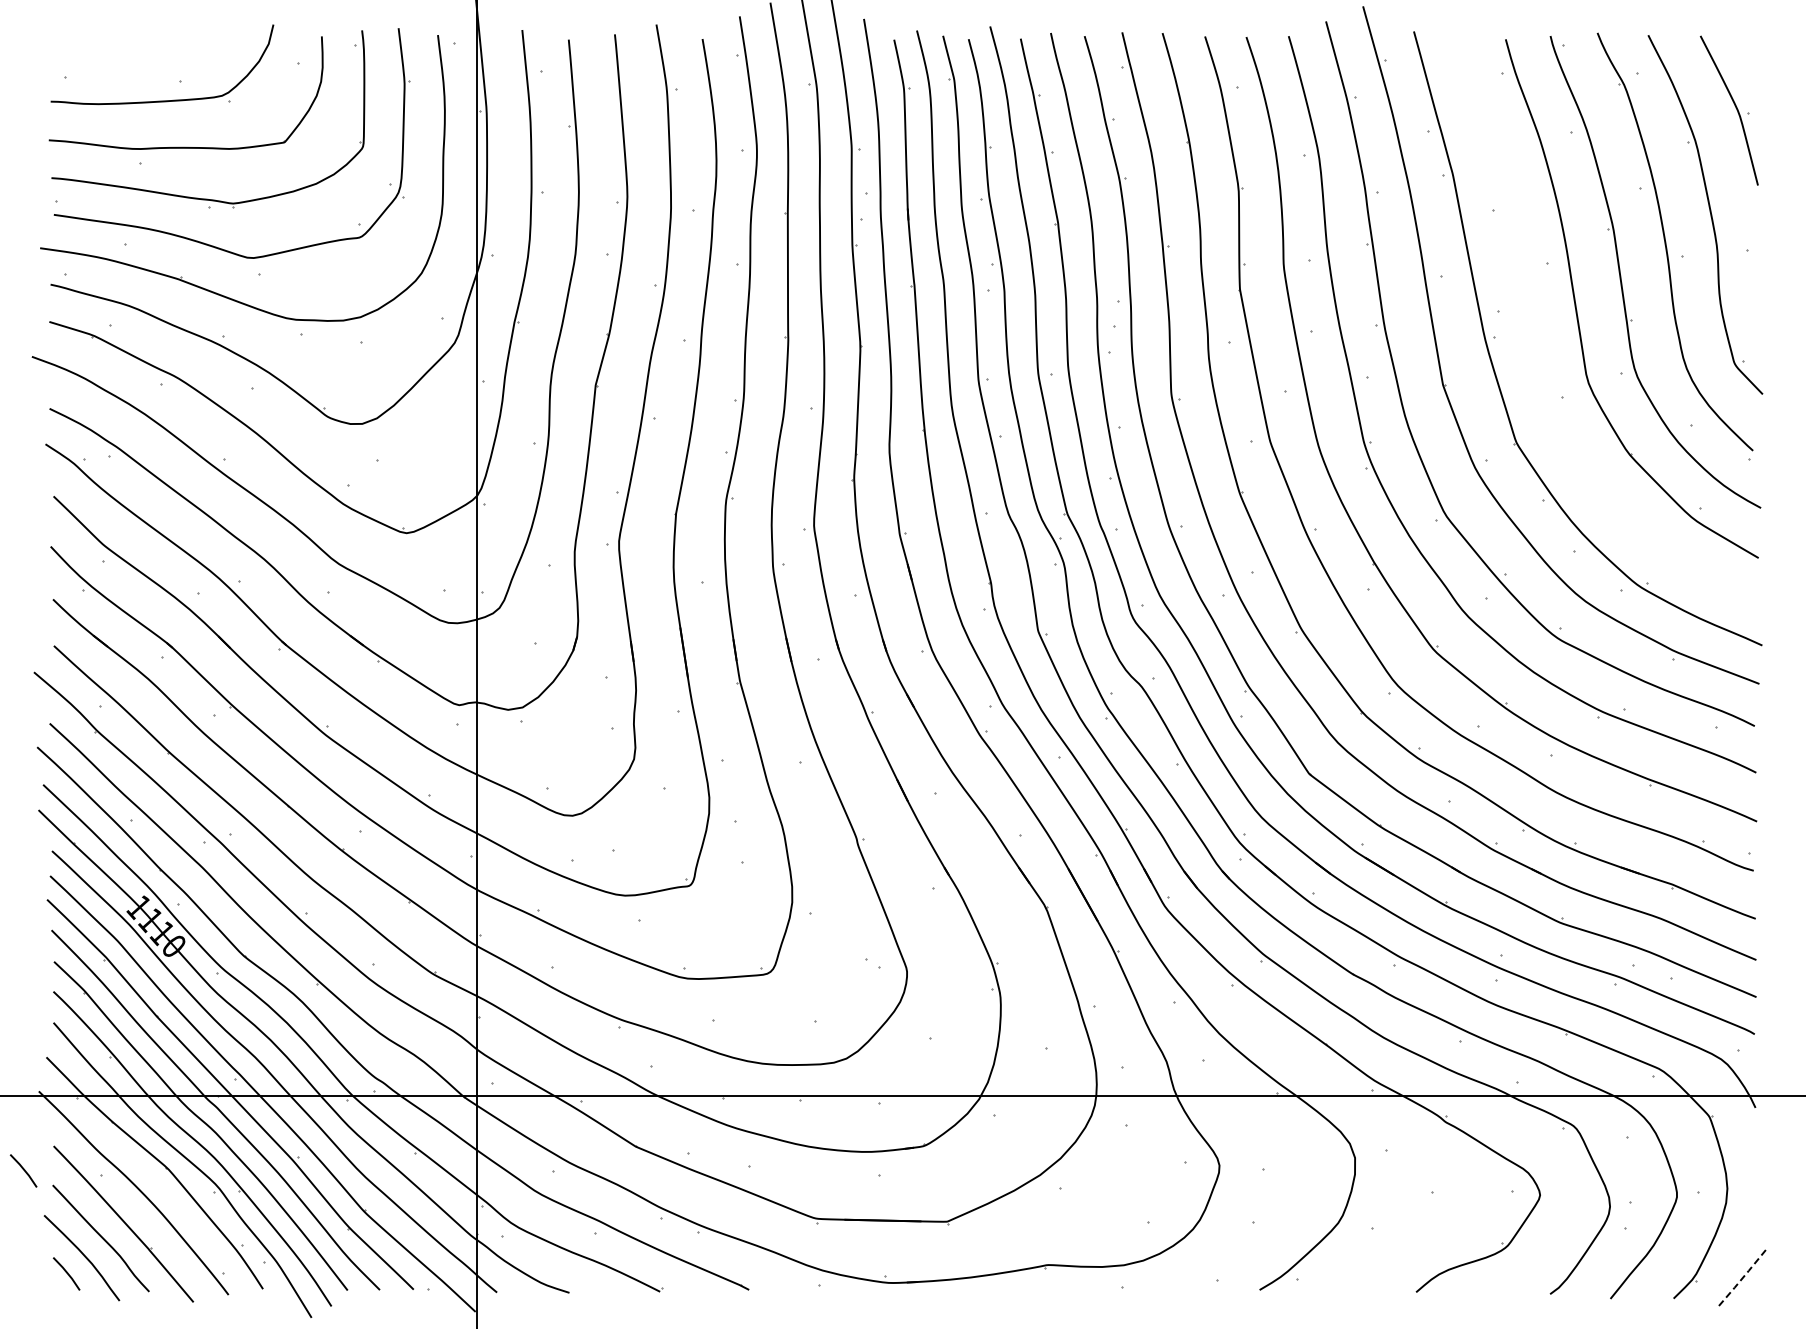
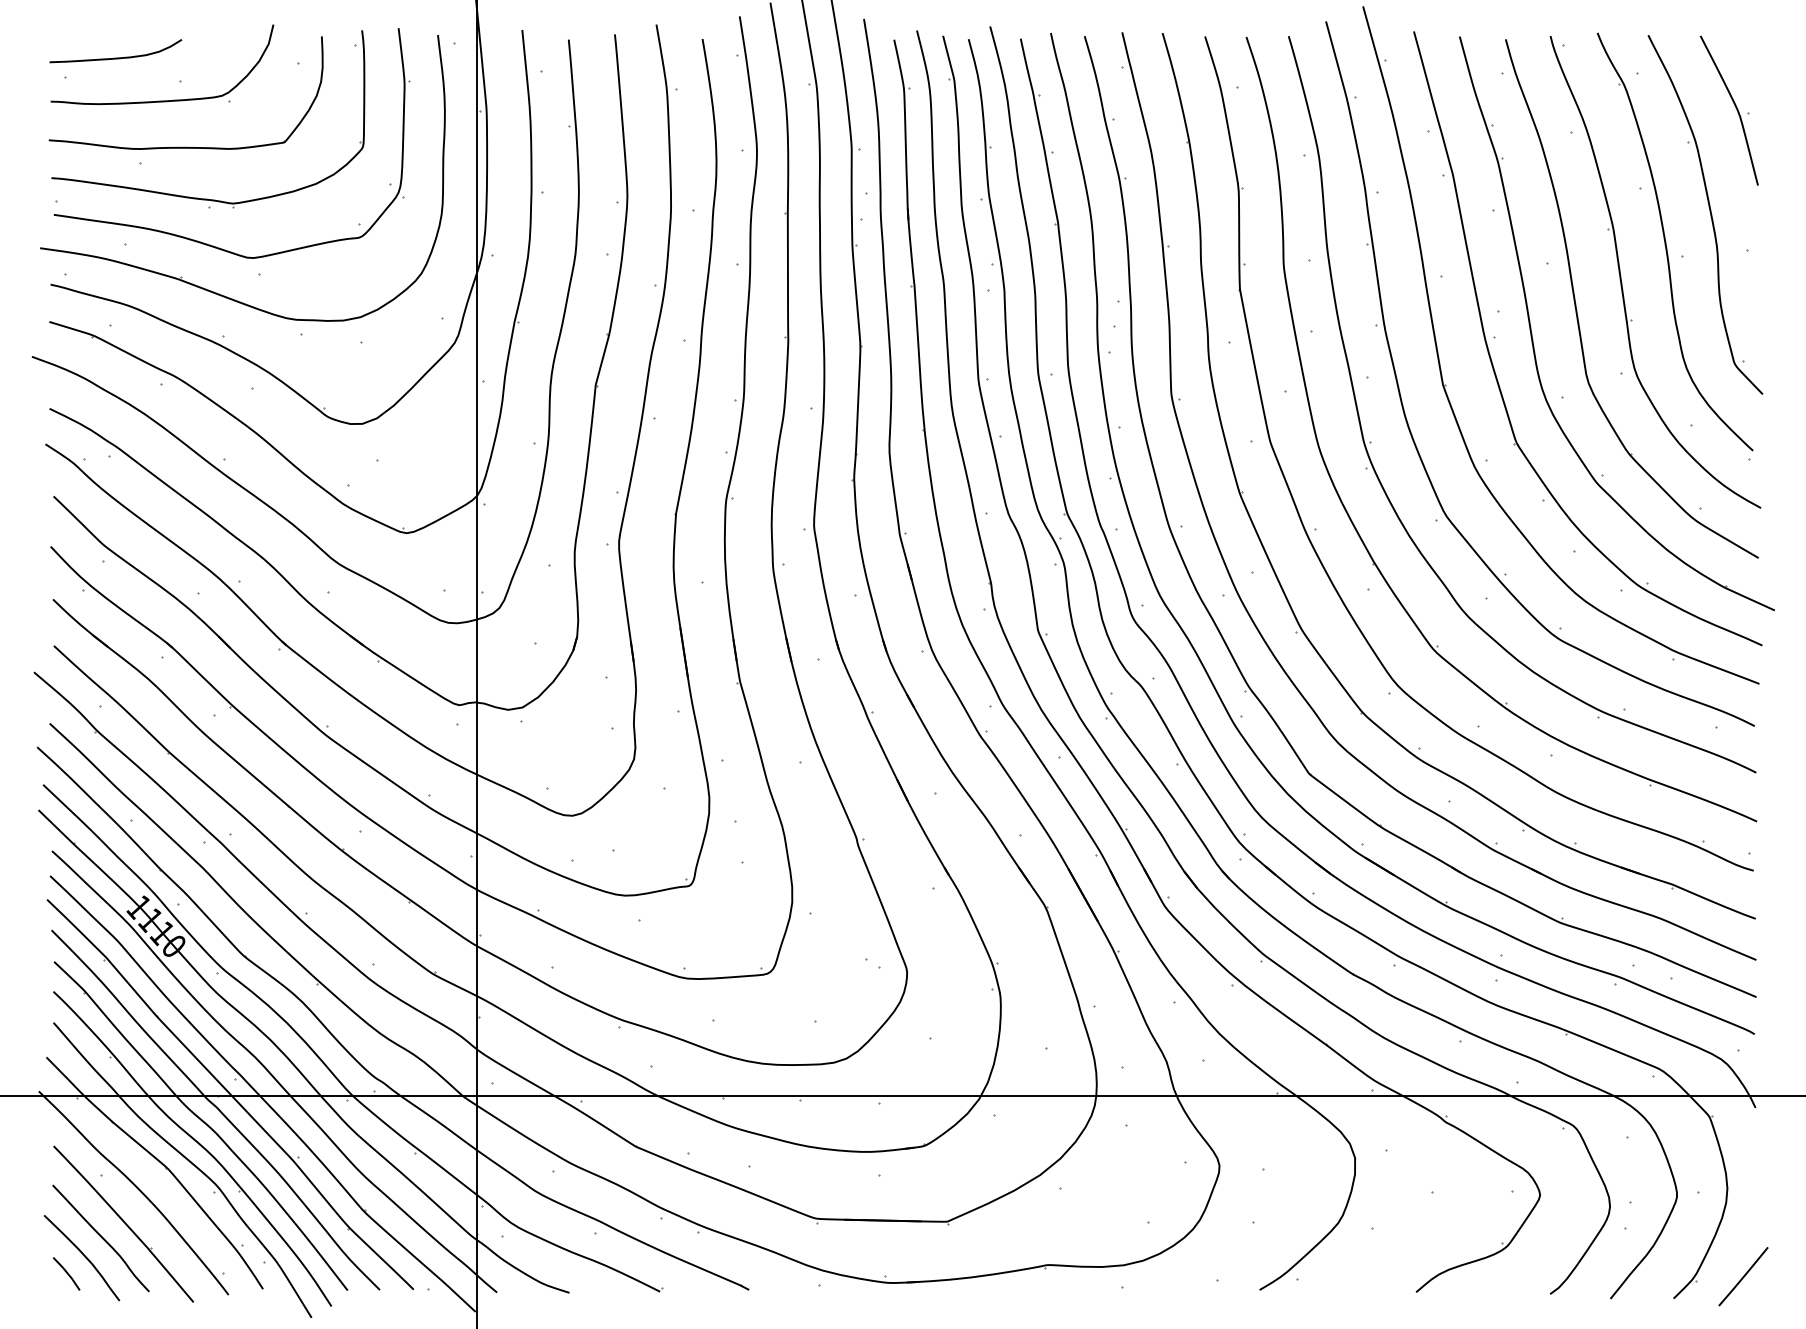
curve at (115, 57): none -> present
part at (1533, 339): none -> present
line at (23, 1170): present -> none
line at (1743, 1276): dashed -> solid
